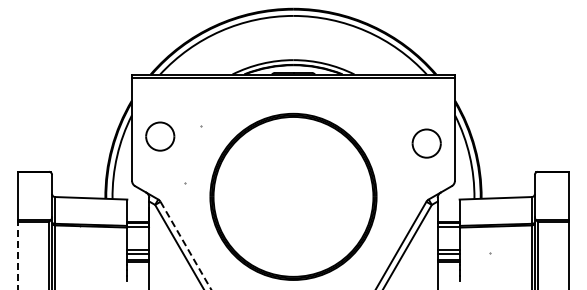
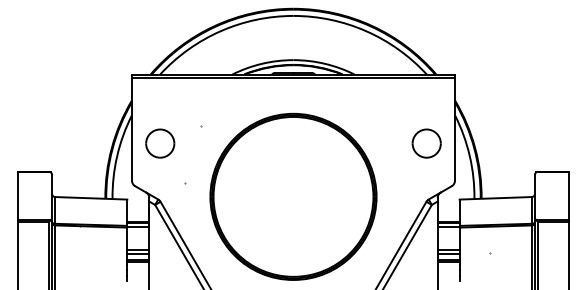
part at (160, 136) position: (160, 136) -> (160, 143)
line at (185, 245): dashed -> solid
line at (17, 255): dashed -> solid
